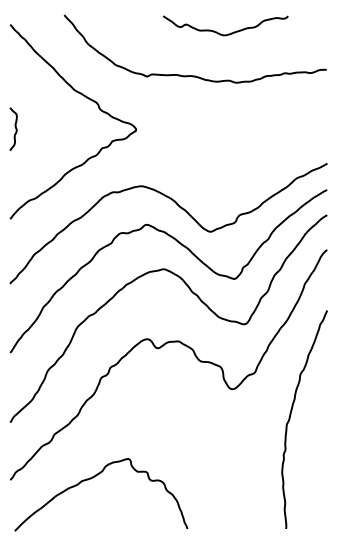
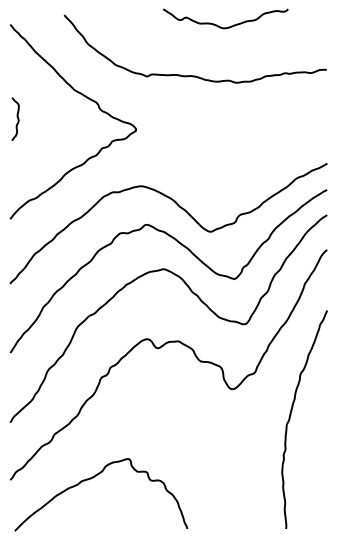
curve at (228, 33) position: (228, 33) -> (228, 26)
curve at (15, 128) position: (15, 128) -> (17, 118)
